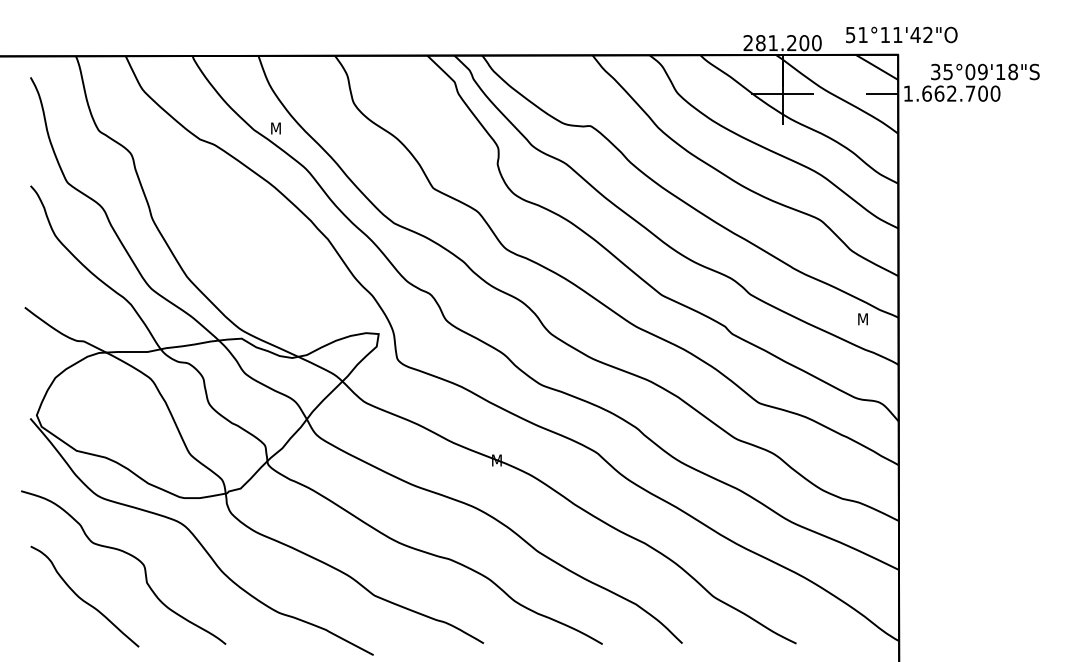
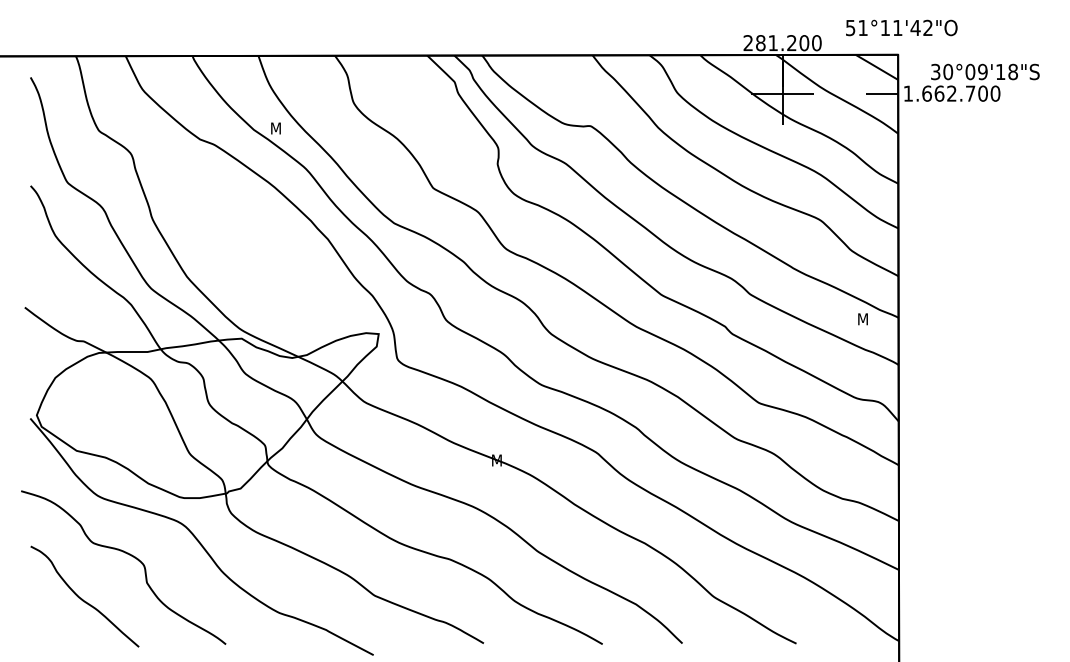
text at (901, 34) position: (901, 34) -> (901, 27)
text at (948, 71): 35°09'18"S -> 30°09'18"S
